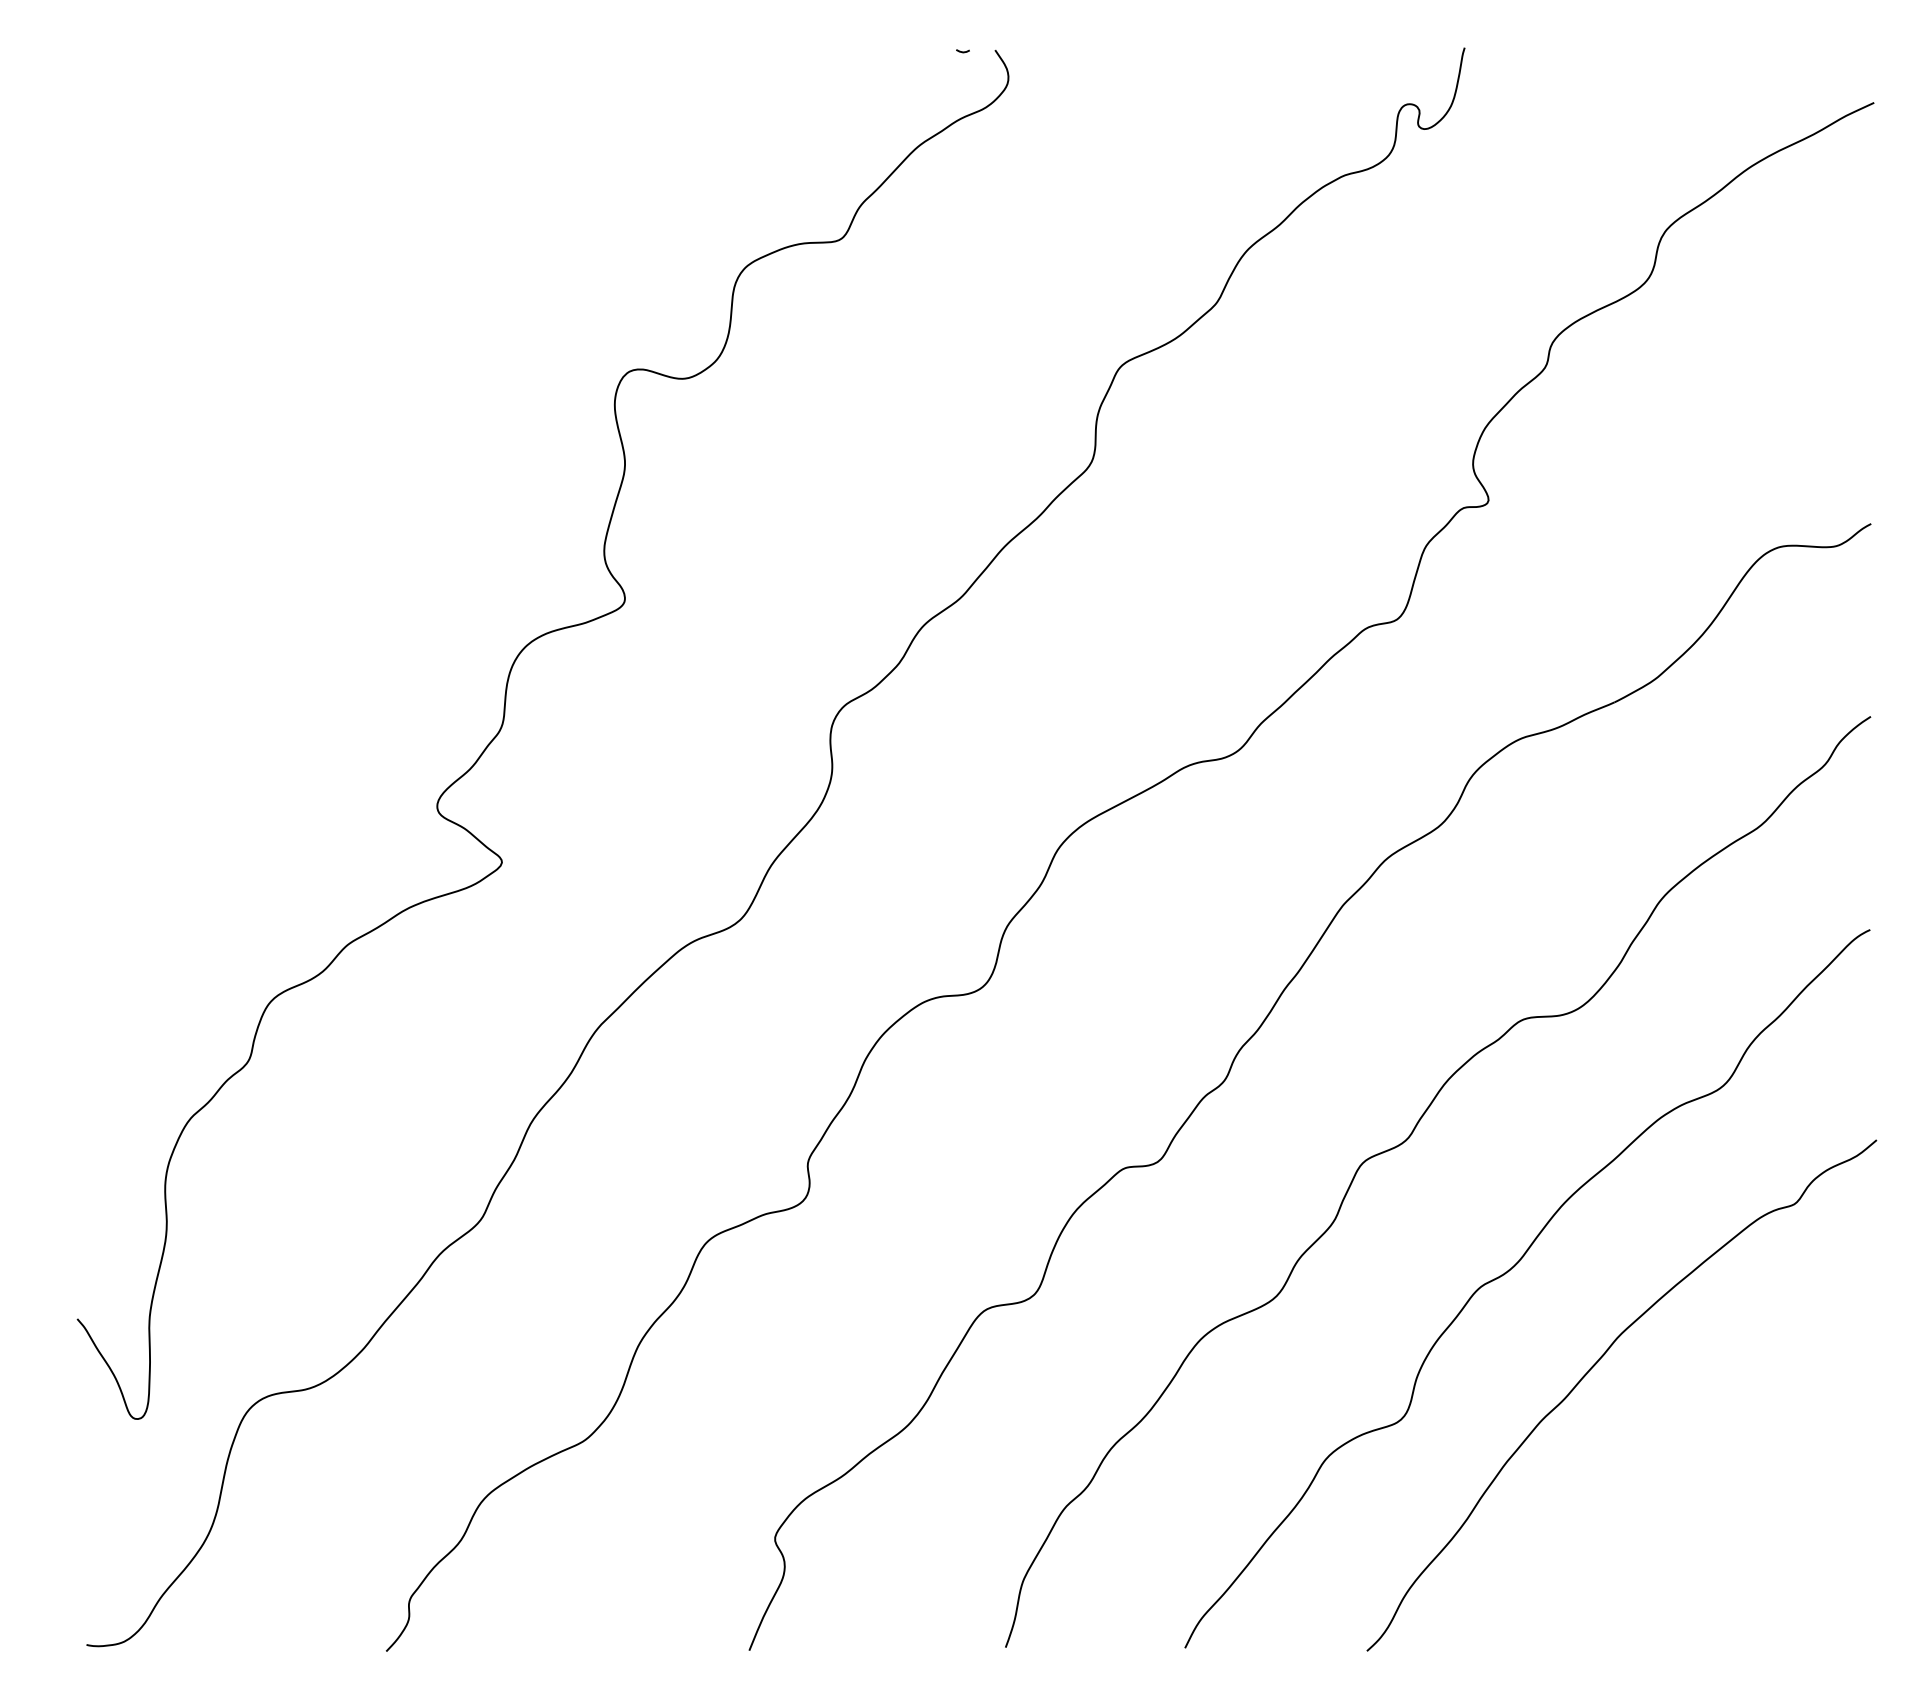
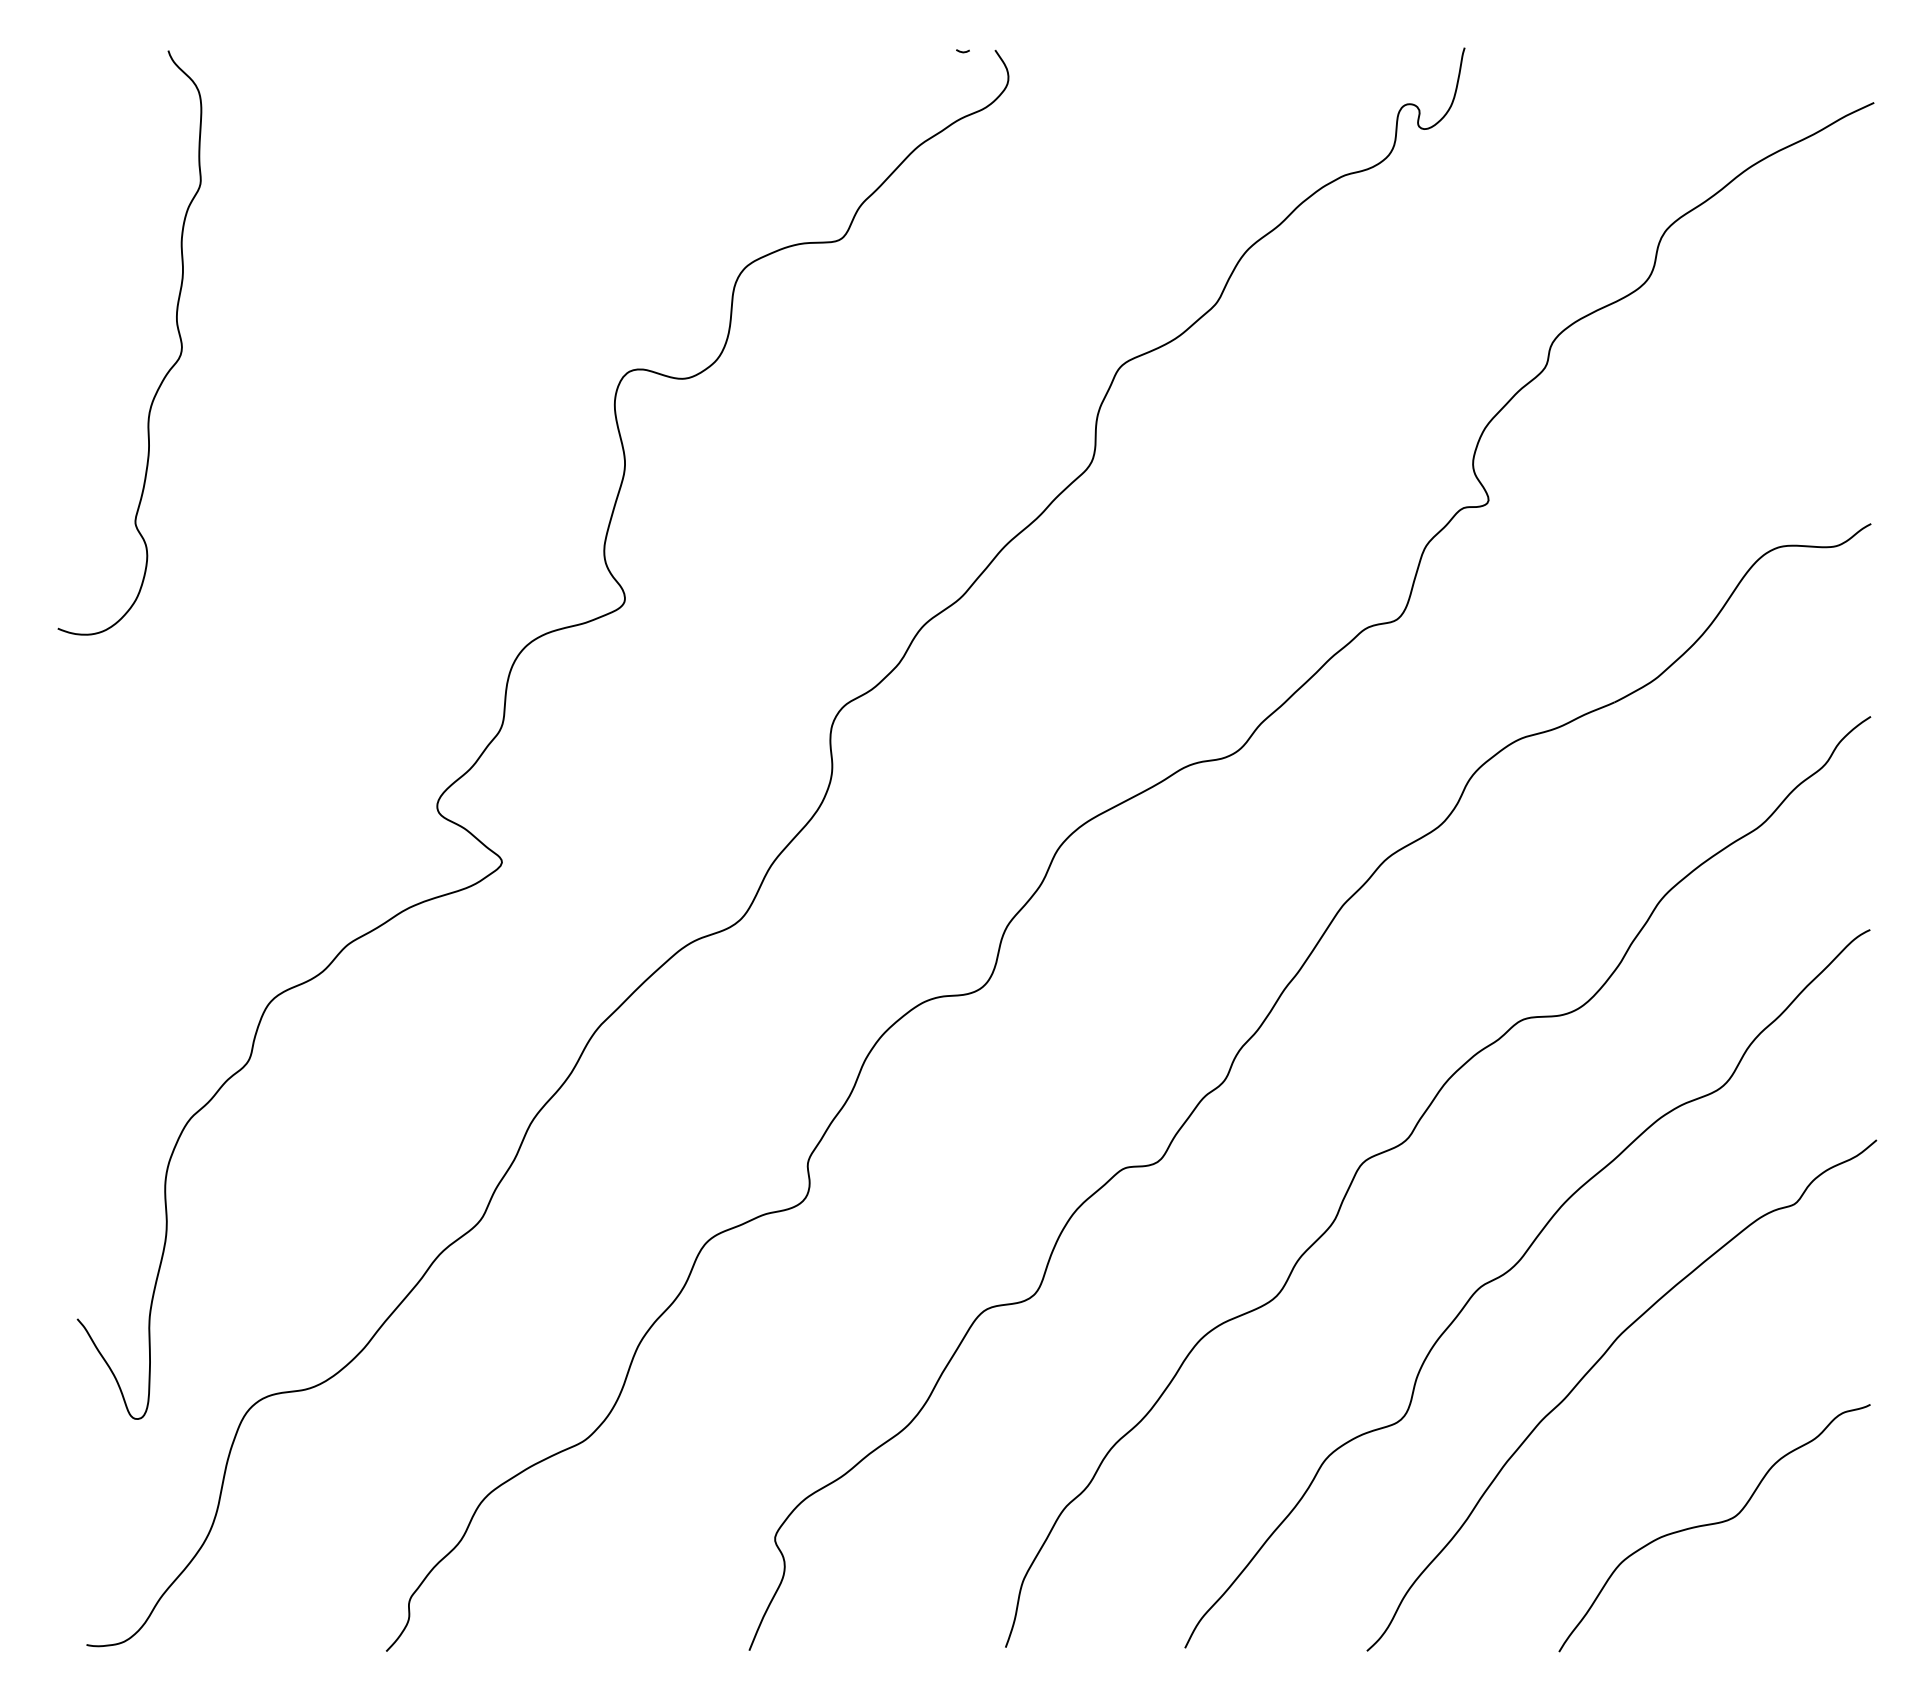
curve at (167, 371): none -> present
curve at (1714, 1524): none -> present
